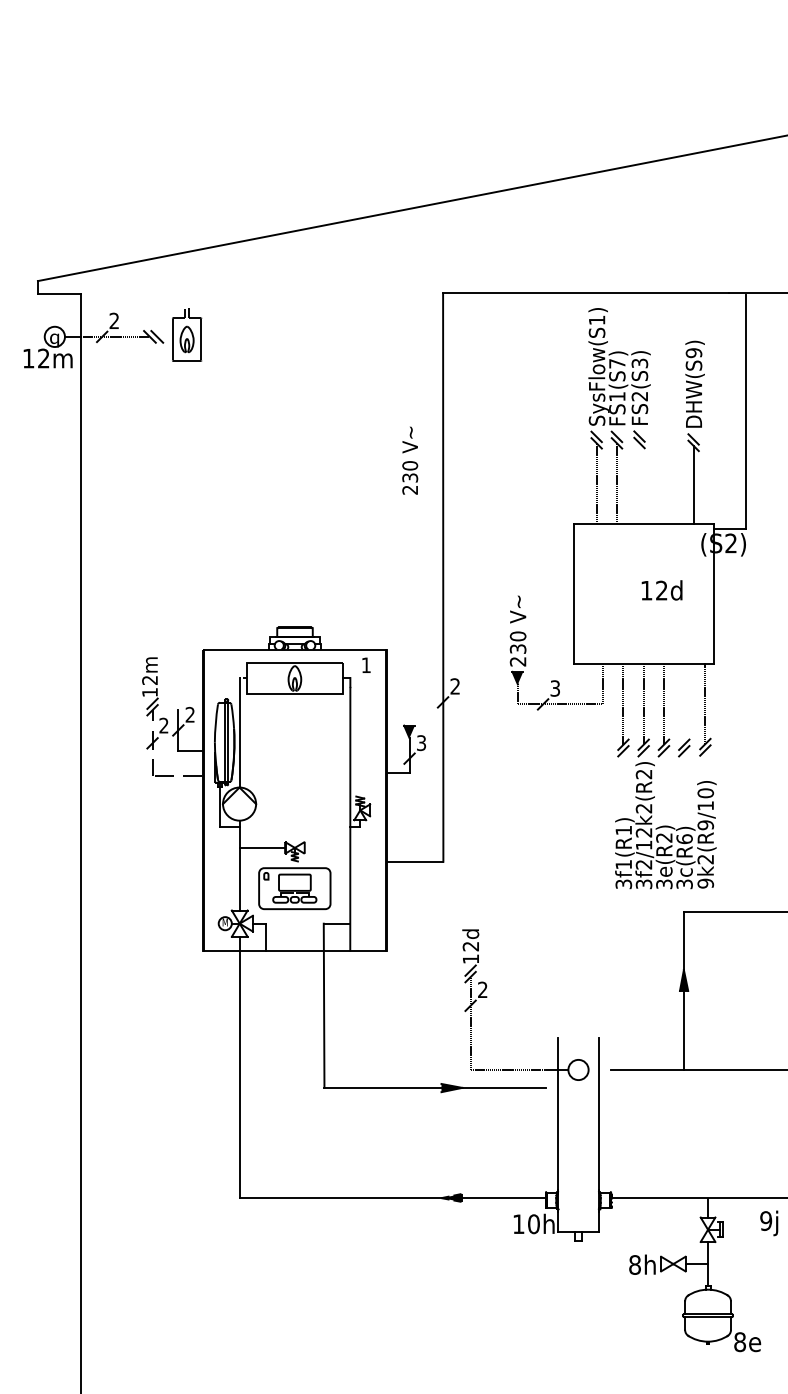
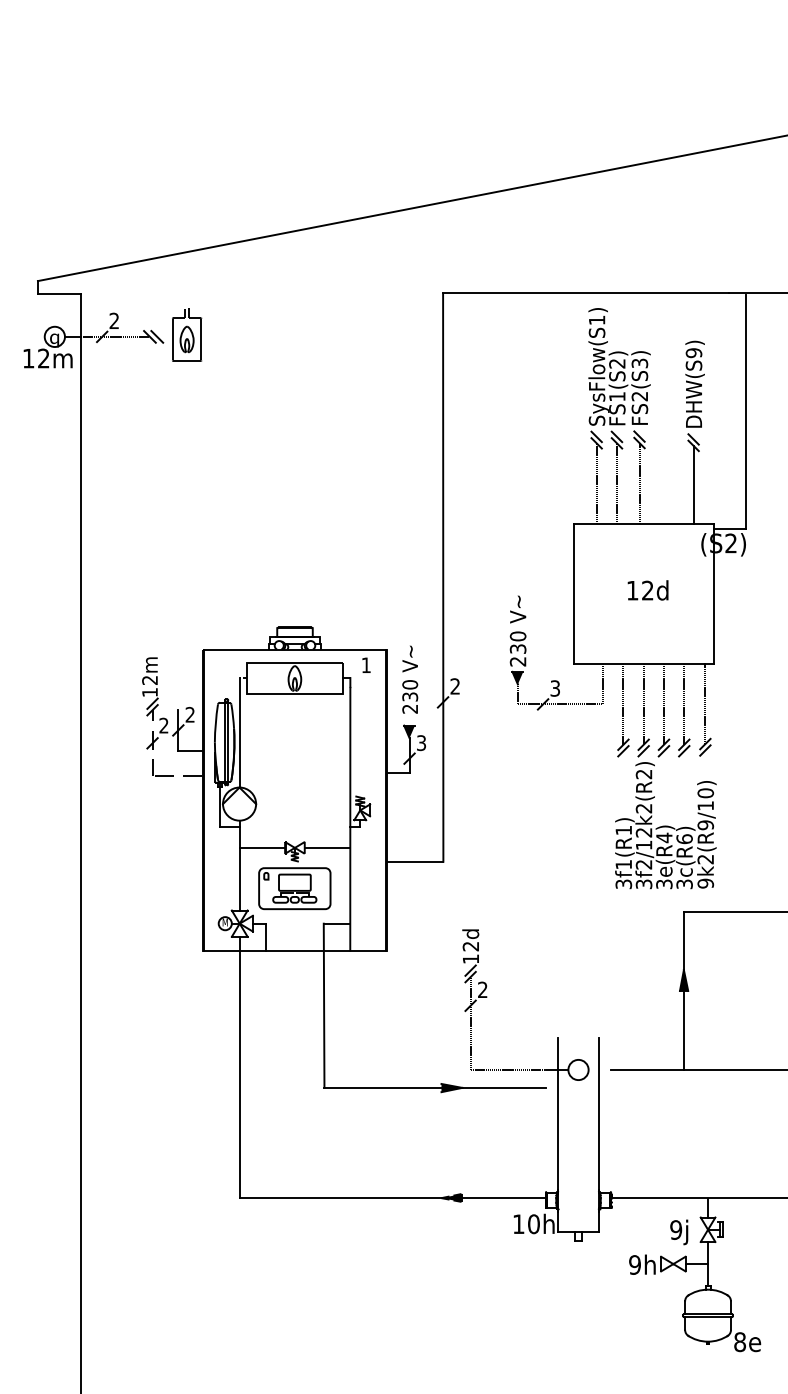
text at (617, 363): FS1(S7) -> FS1(S2)
text at (410, 460) position: (410, 460) -> (410, 679)
line at (639, 483): none -> present
text at (661, 590) position: (661, 590) -> (647, 590)
line at (684, 704): none -> present
text at (664, 837): 3e(R2) -> 3e(R4)
line at (327, 847): none -> present
text at (769, 1223) position: (769, 1223) -> (679, 1232)
text at (634, 1264): 8h -> 9h
